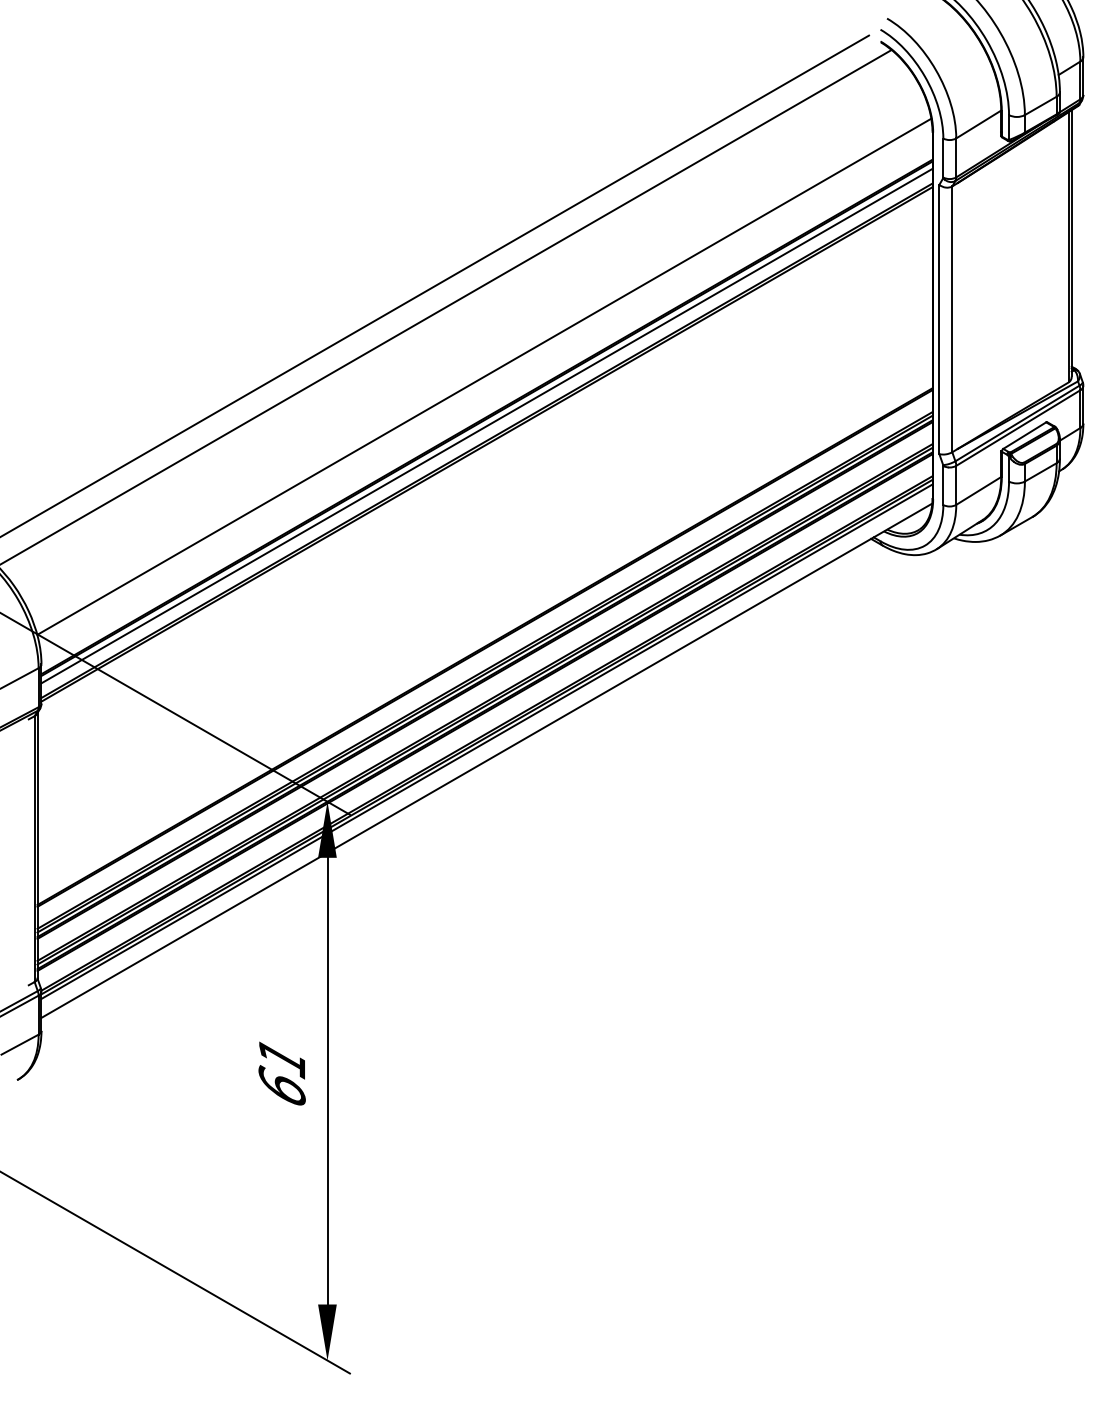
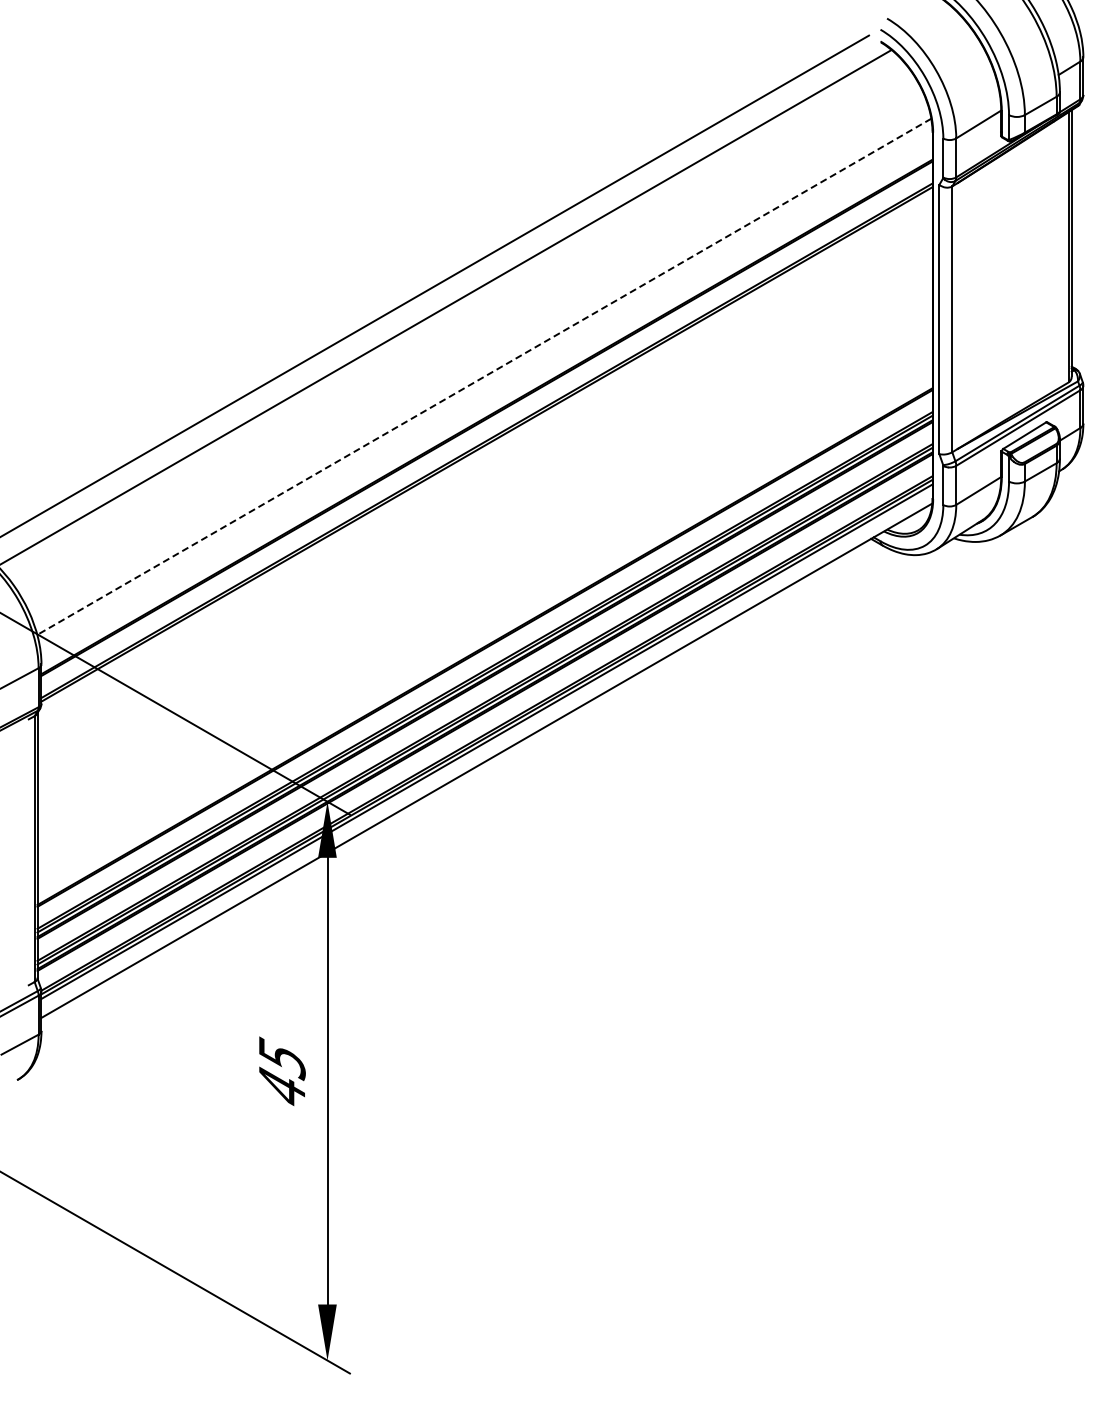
line at (483, 377): solid -> dashed
line at (486, 425): present -> none
text at (281, 1070): 61 -> 45
